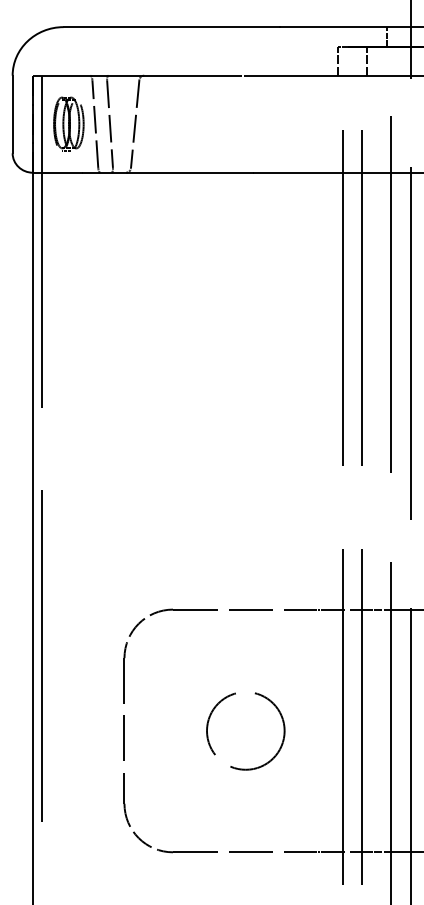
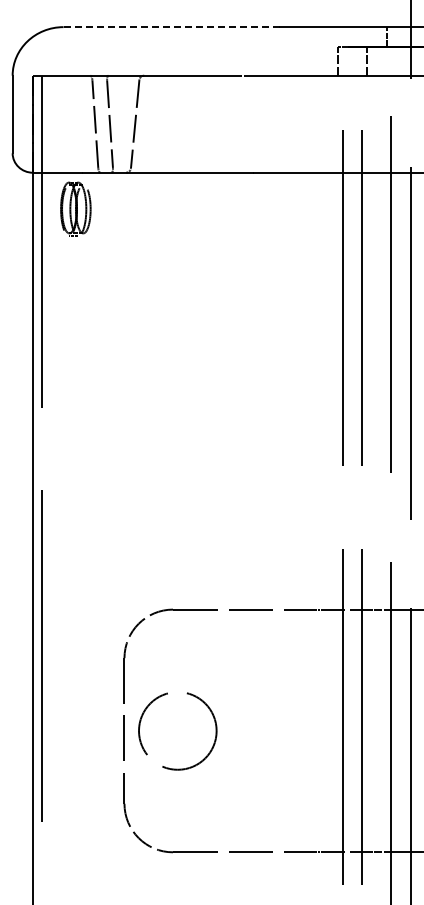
line at (171, 27): solid -> dashed
part at (68, 123) position: (68, 123) -> (75, 208)
circle at (245, 731) position: (245, 731) -> (177, 731)
